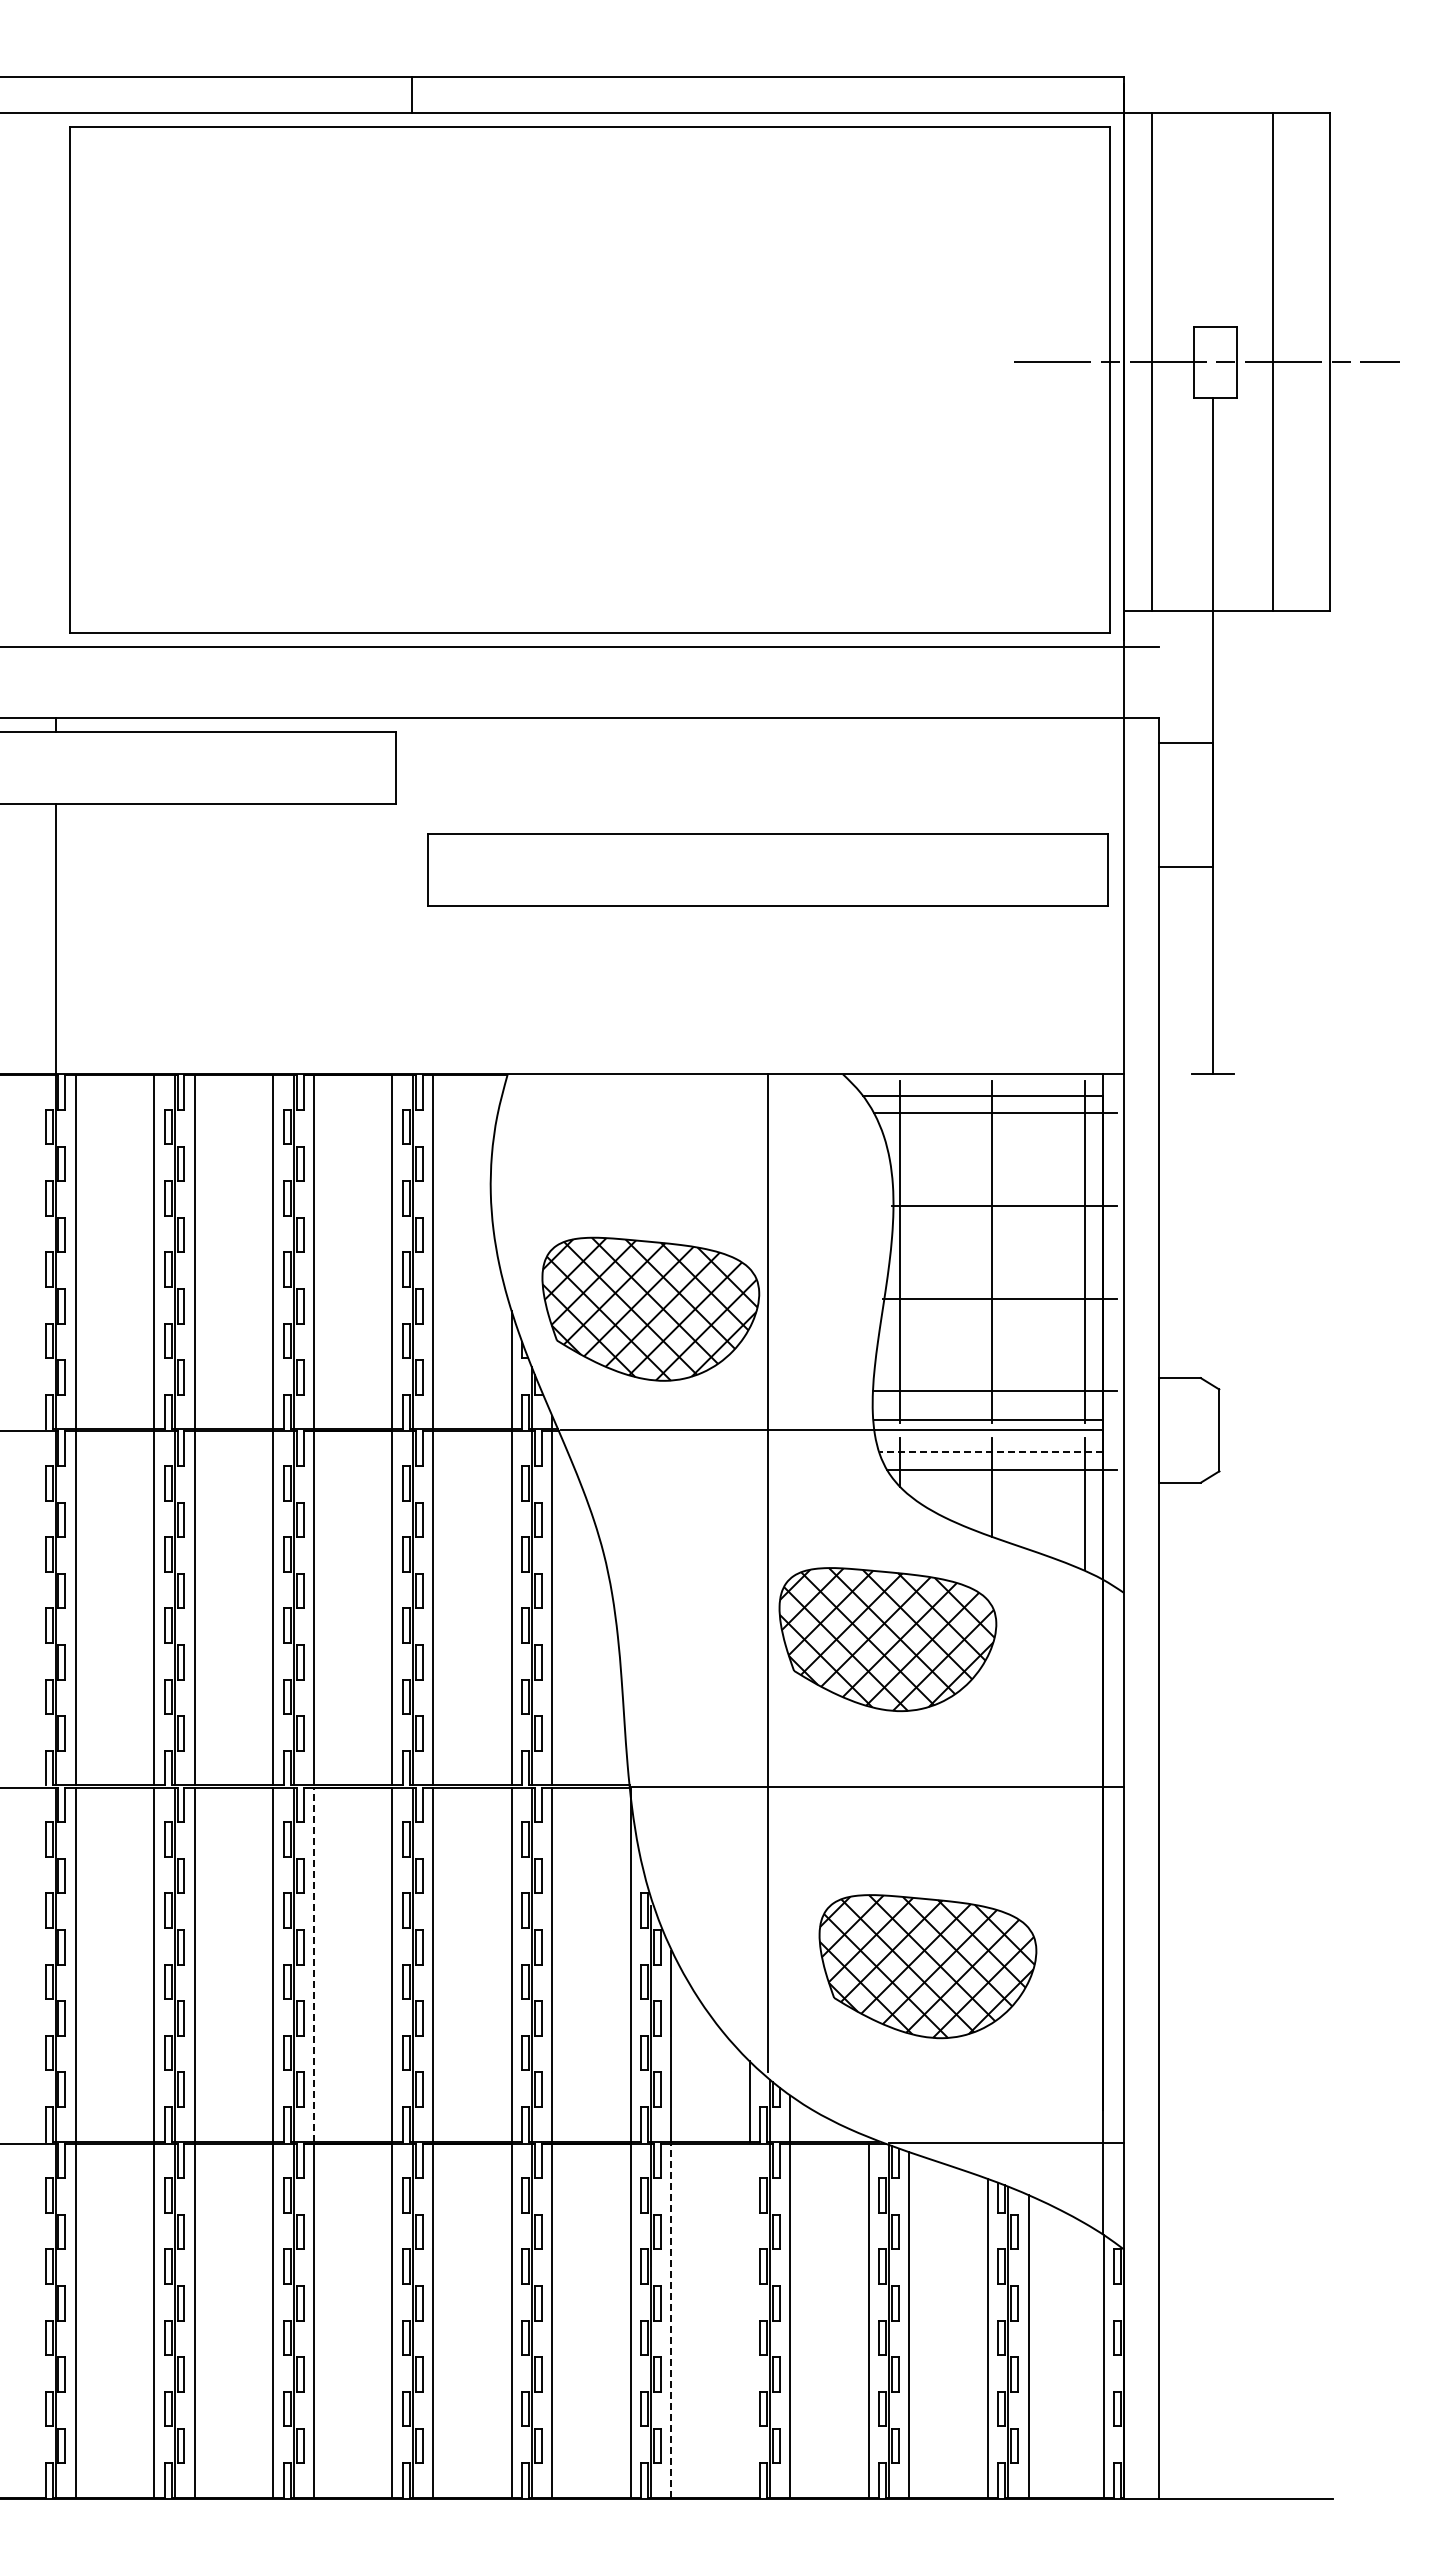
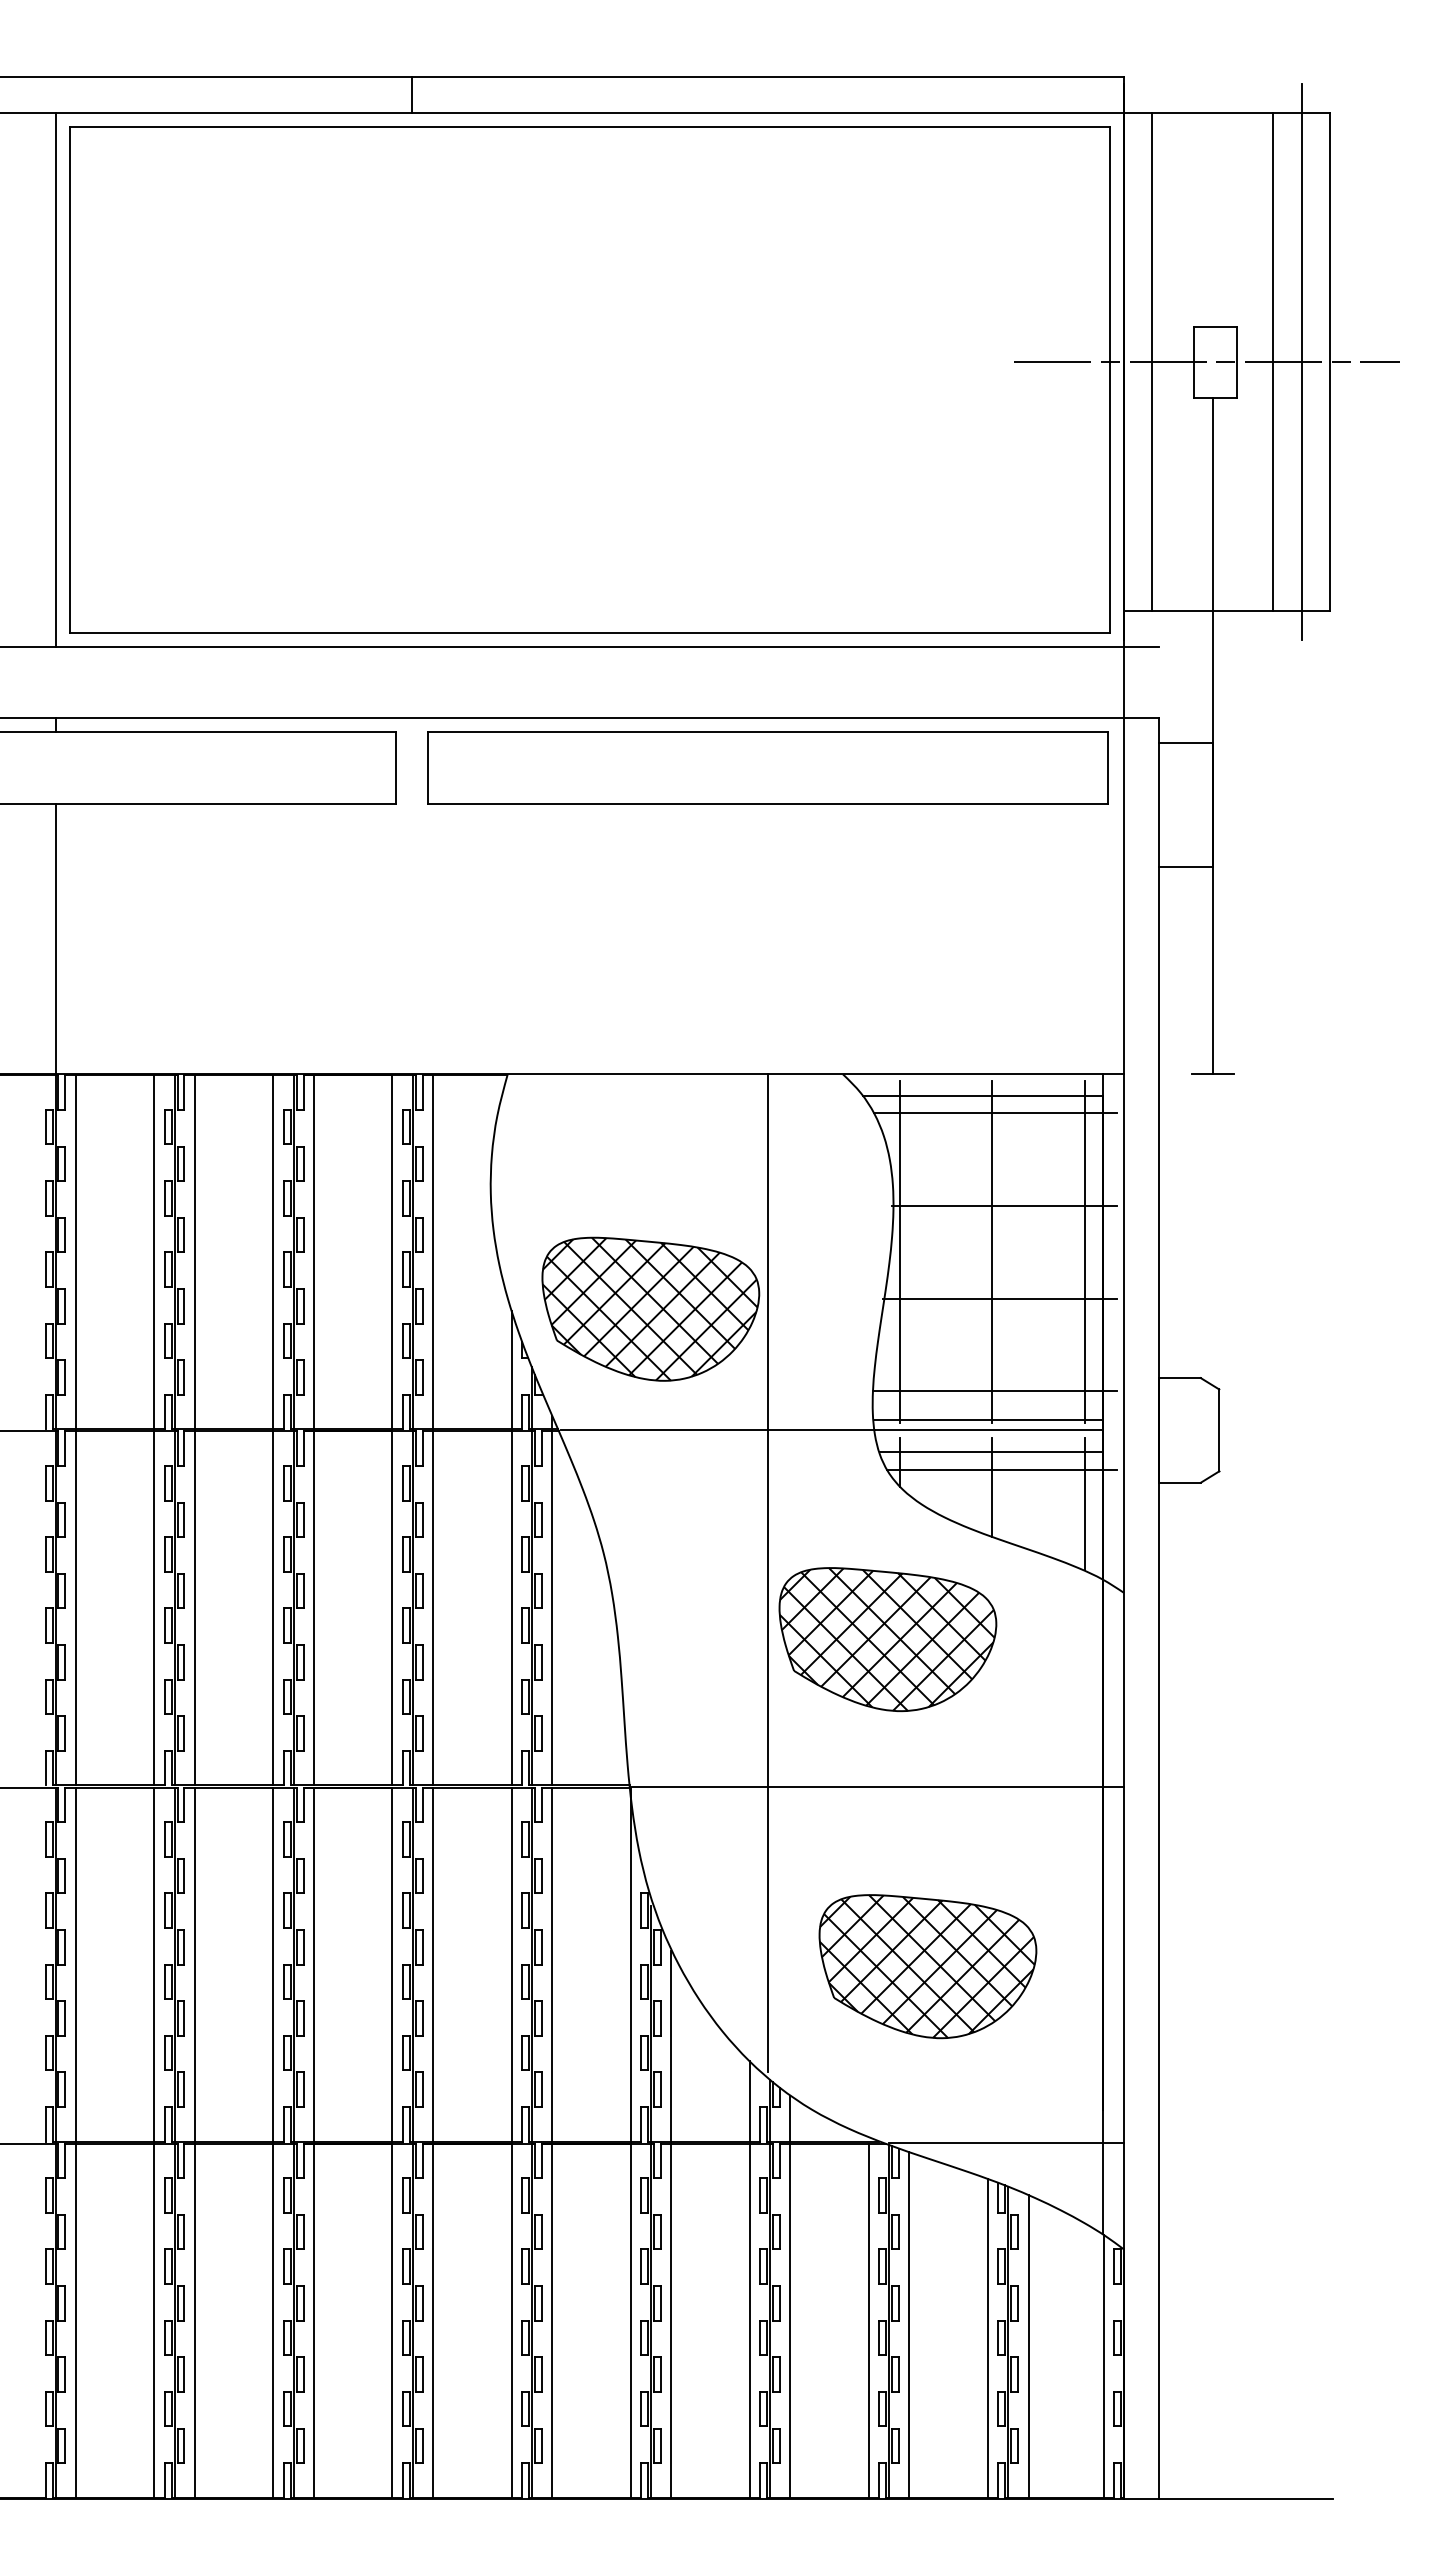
line at (1301, 361): none -> present
line at (55, 379): none -> present
part at (767, 869) position: (767, 869) -> (767, 767)
line at (990, 1451): dashed -> solid
line at (314, 1964): dashed -> solid
line at (671, 2320): dashed -> solid
line at (749, 2320): none -> present
